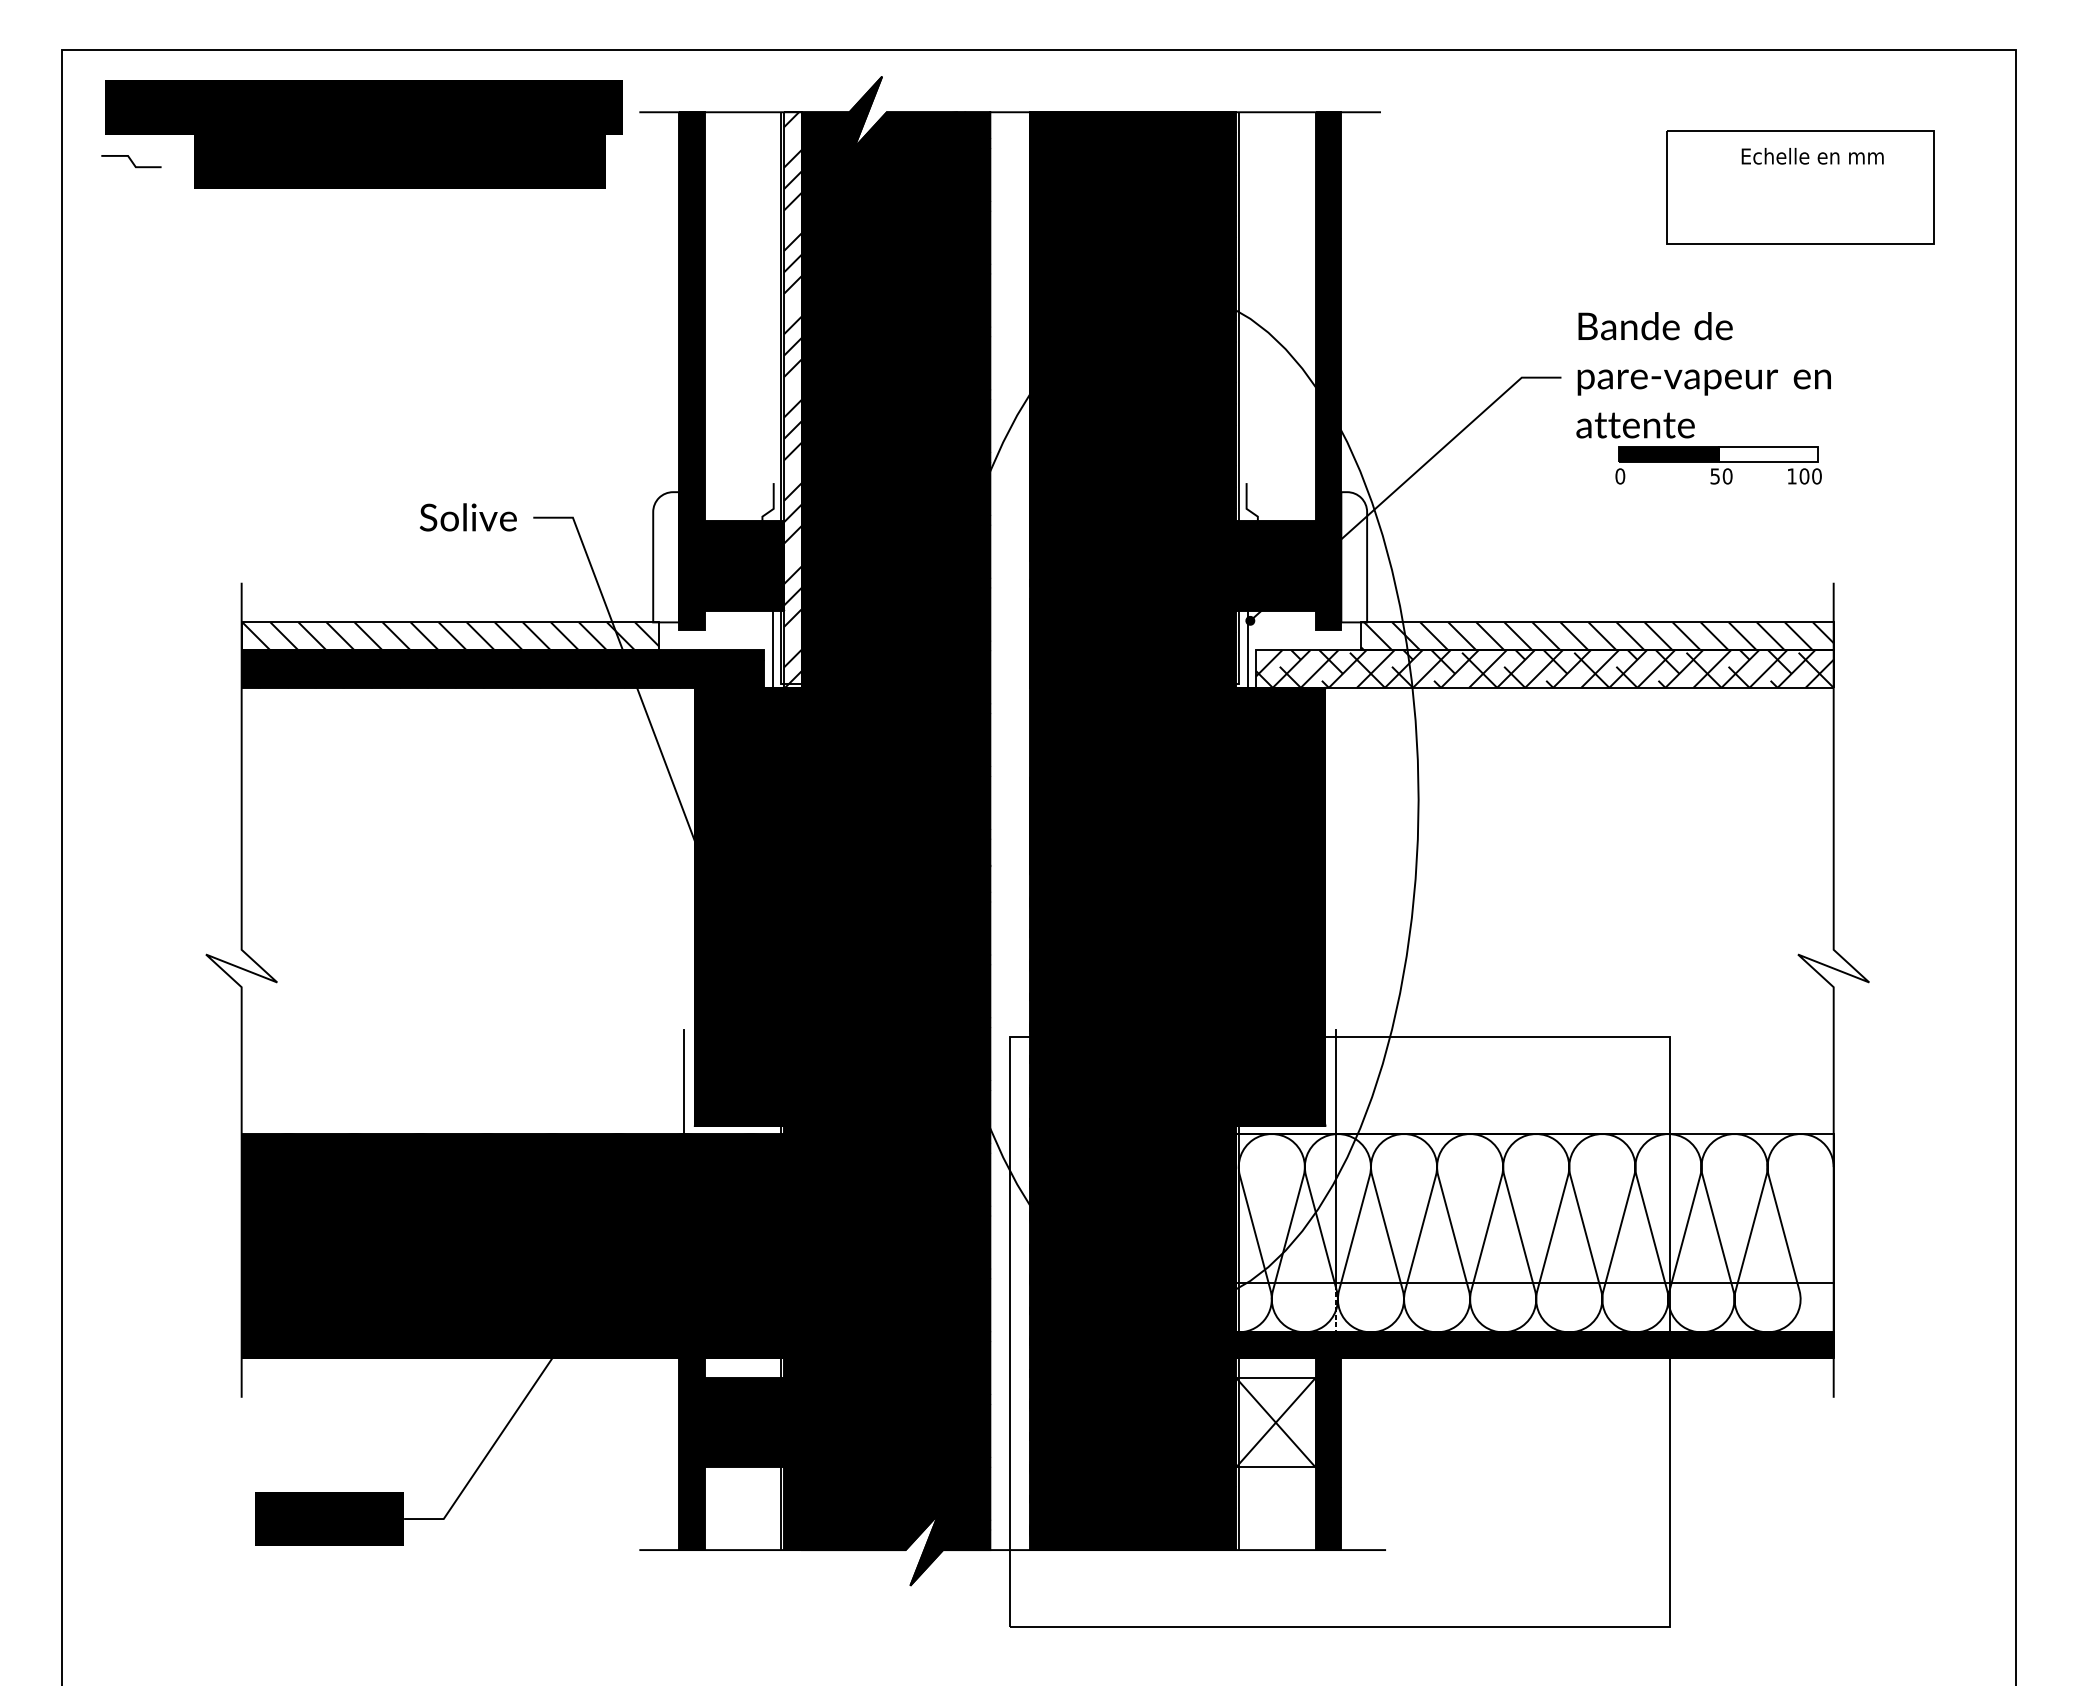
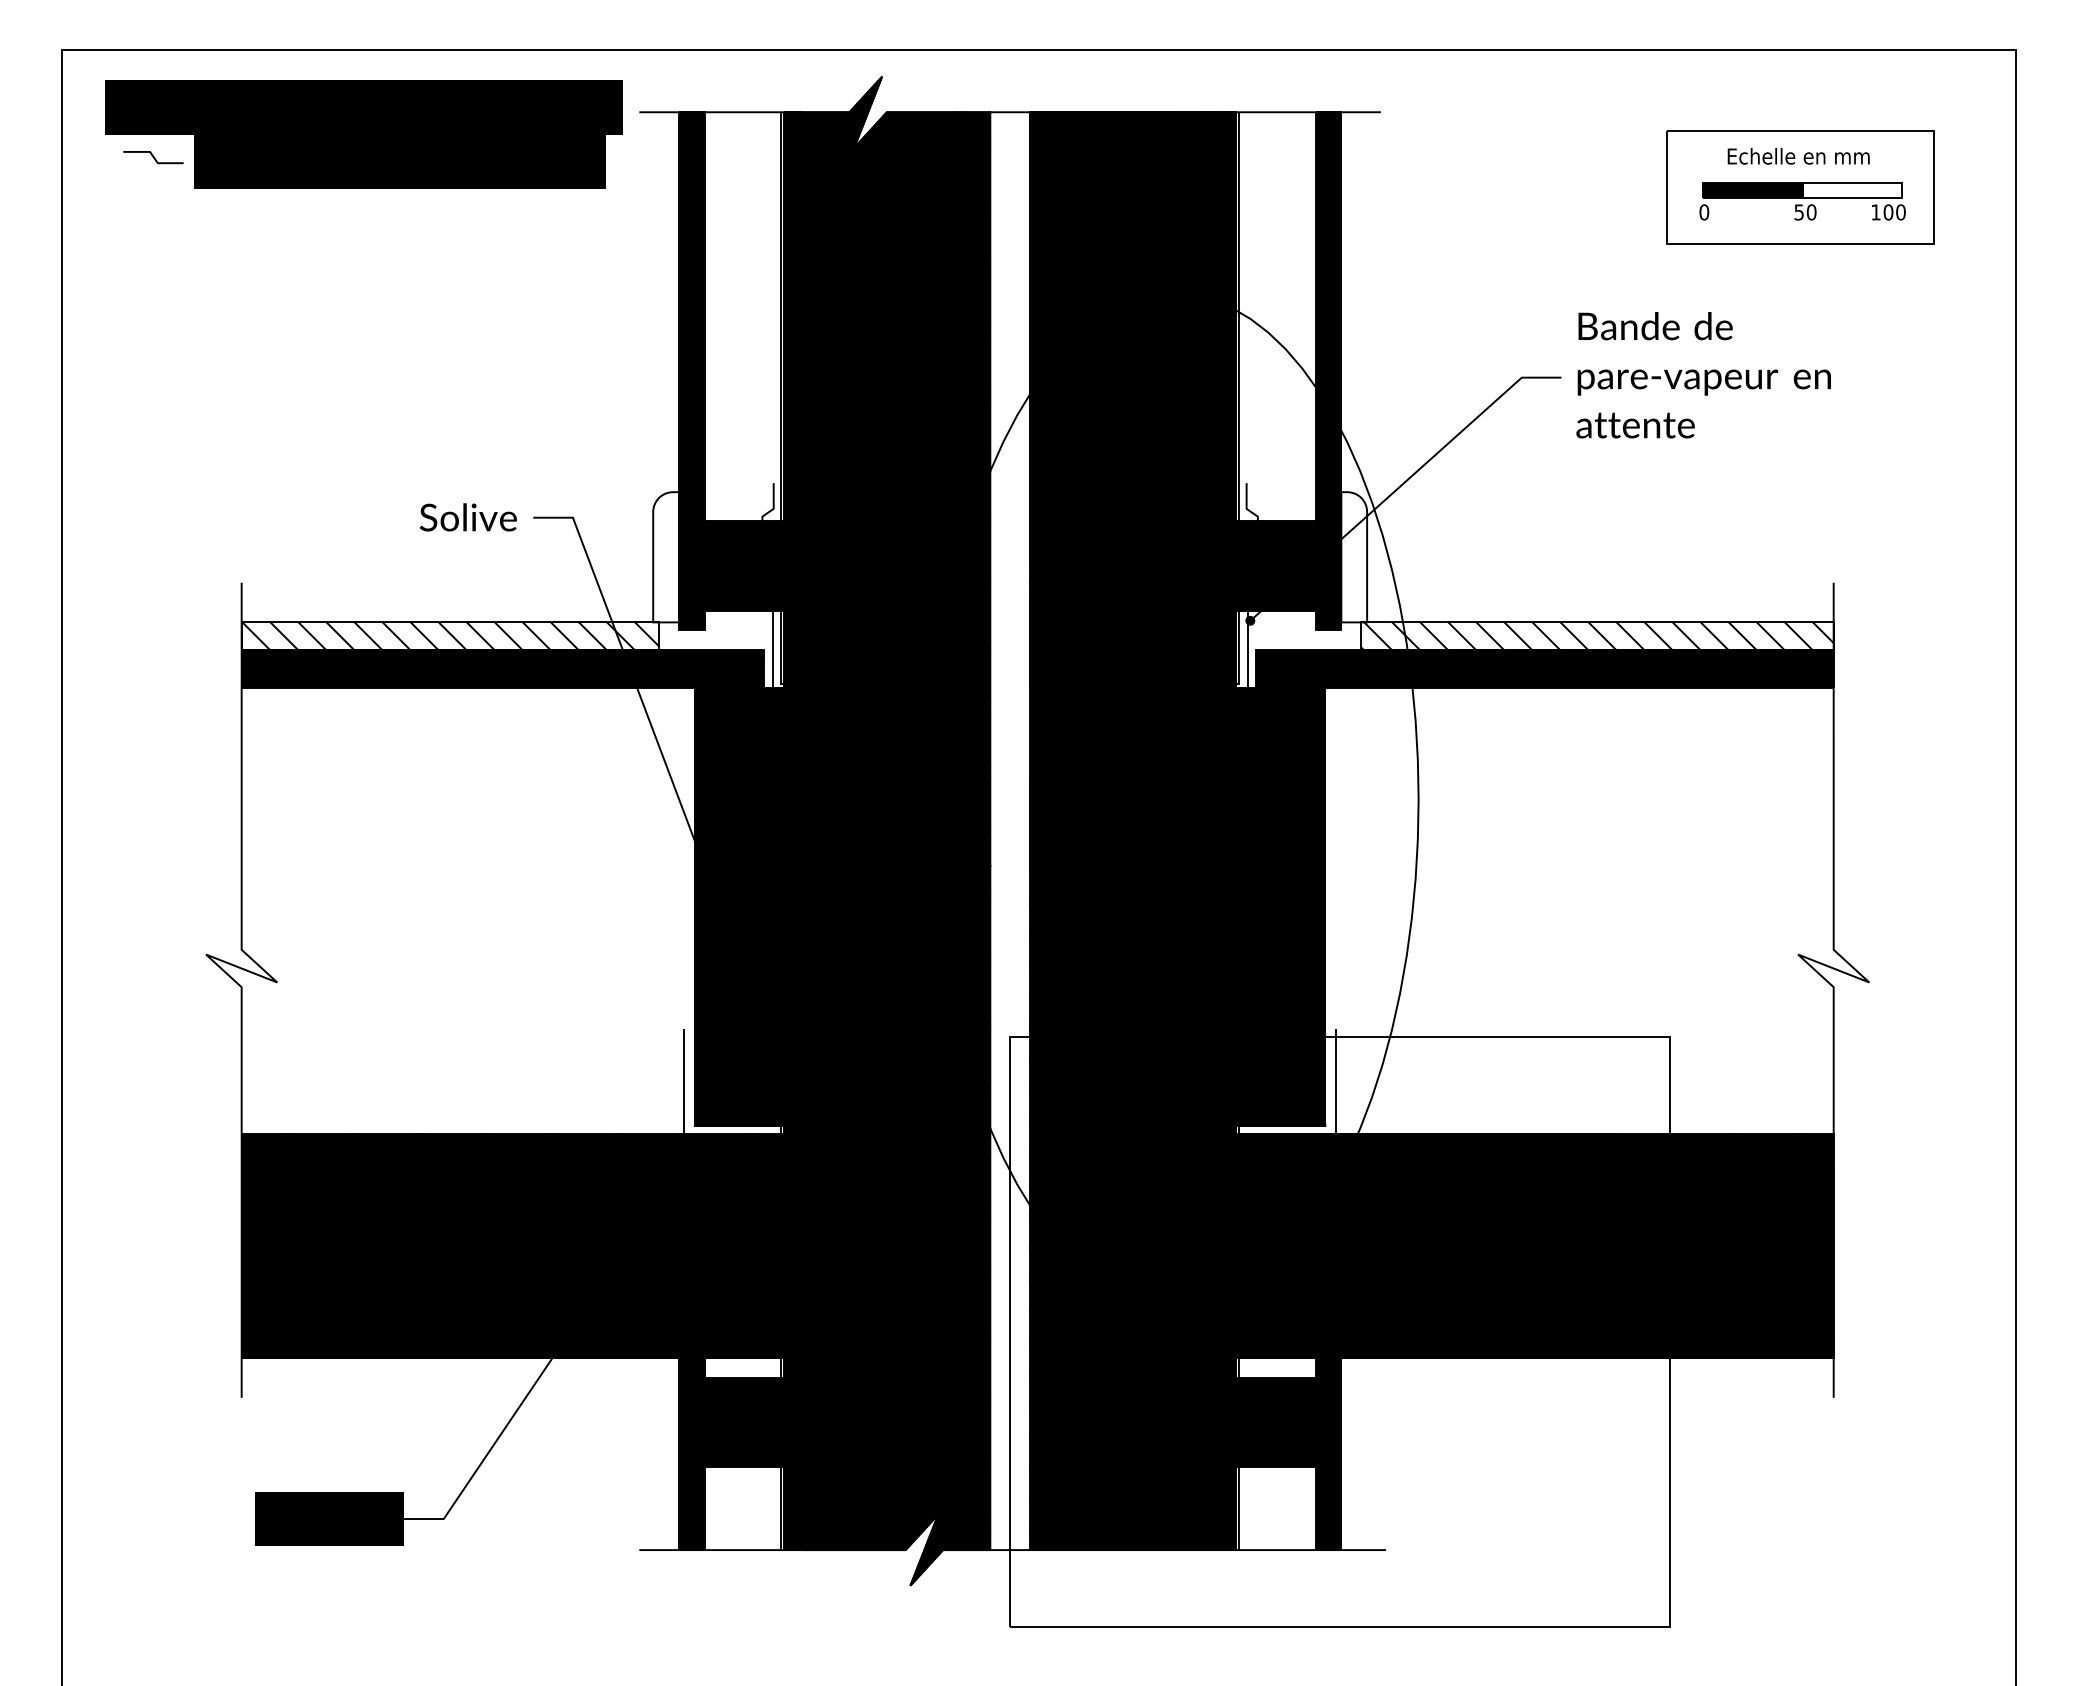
text at (1812, 156) position: (1812, 156) -> (1798, 156)
line at (131, 161) position: (131, 161) -> (153, 157)
fill at (792, 399): none -> present
part at (1718, 465) position: (1718, 465) -> (1802, 201)
fill at (1544, 668): none -> present
fill at (1534, 1233): none -> present
fill at (1275, 1422): none -> present
